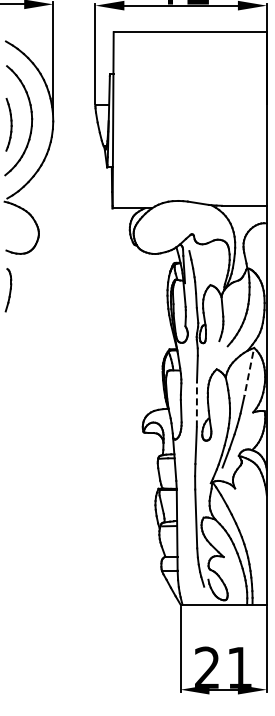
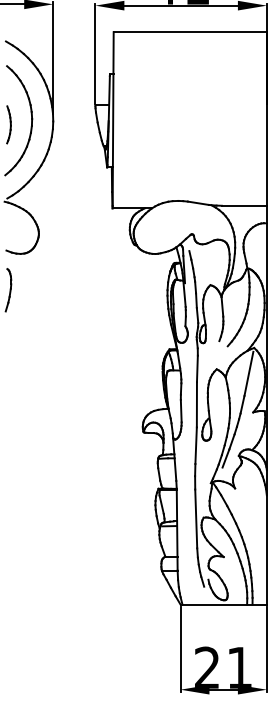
part at (8, 124) size: 8x54 px -> 6x40 px
line at (248, 374): dashed -> solid
line at (196, 404): dashed -> solid
